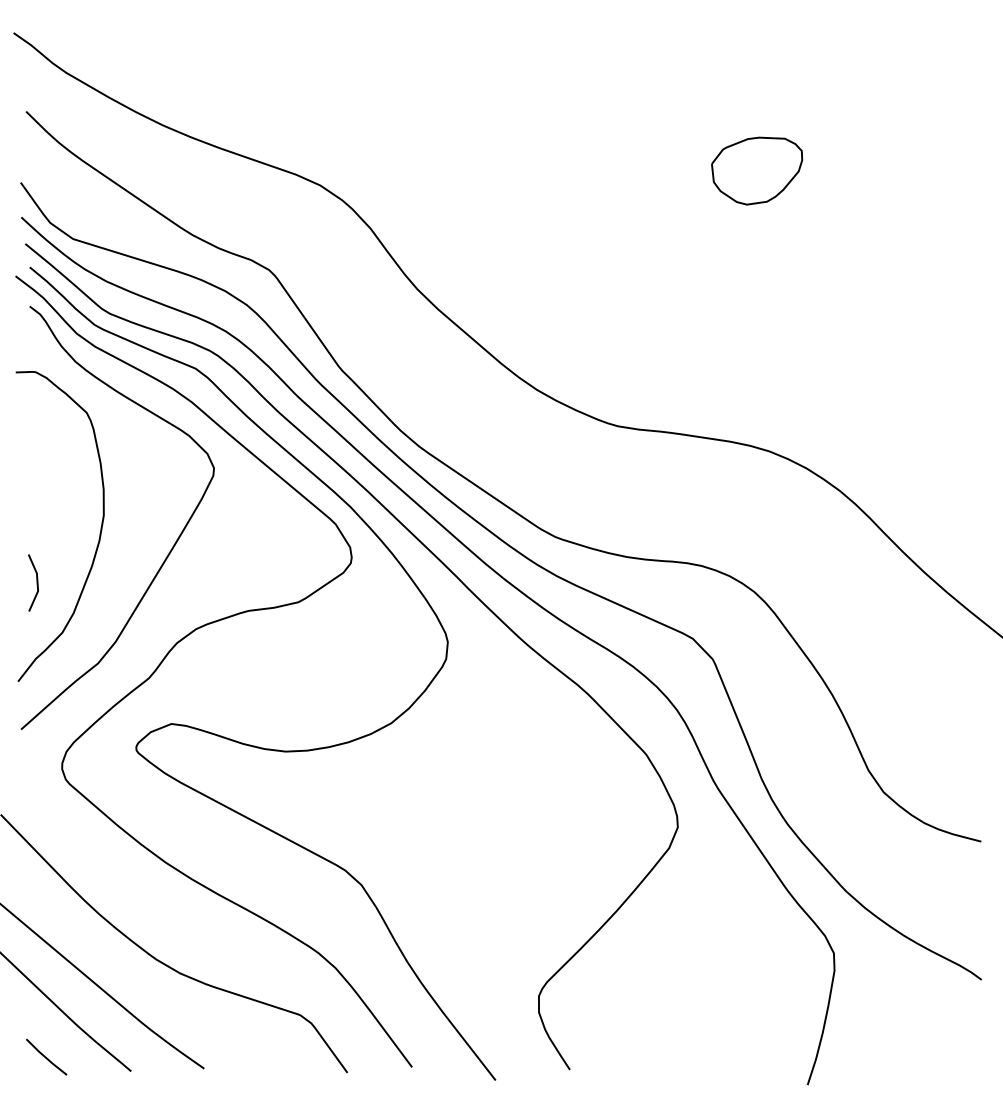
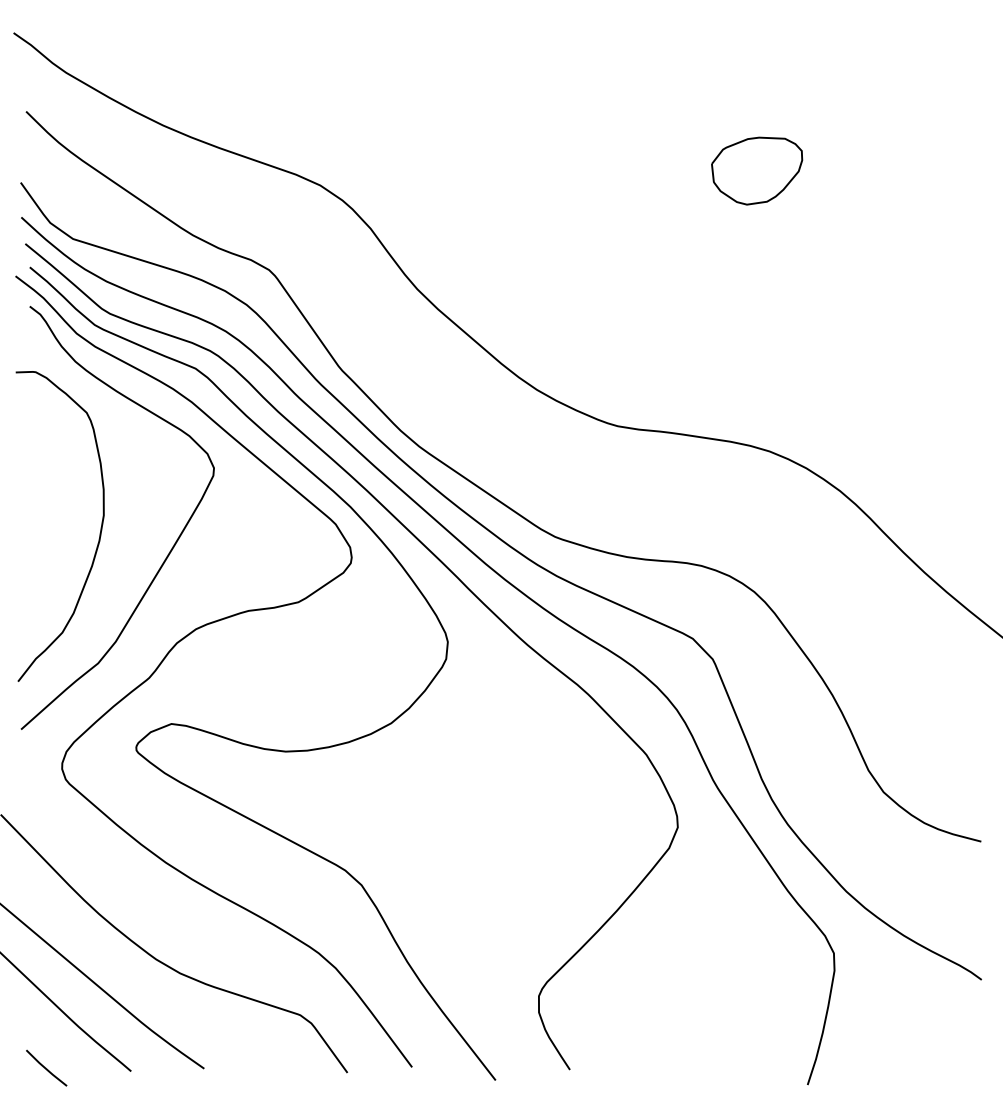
line at (36, 582): present -> none
line at (46, 1056) position: (46, 1056) -> (46, 1067)
